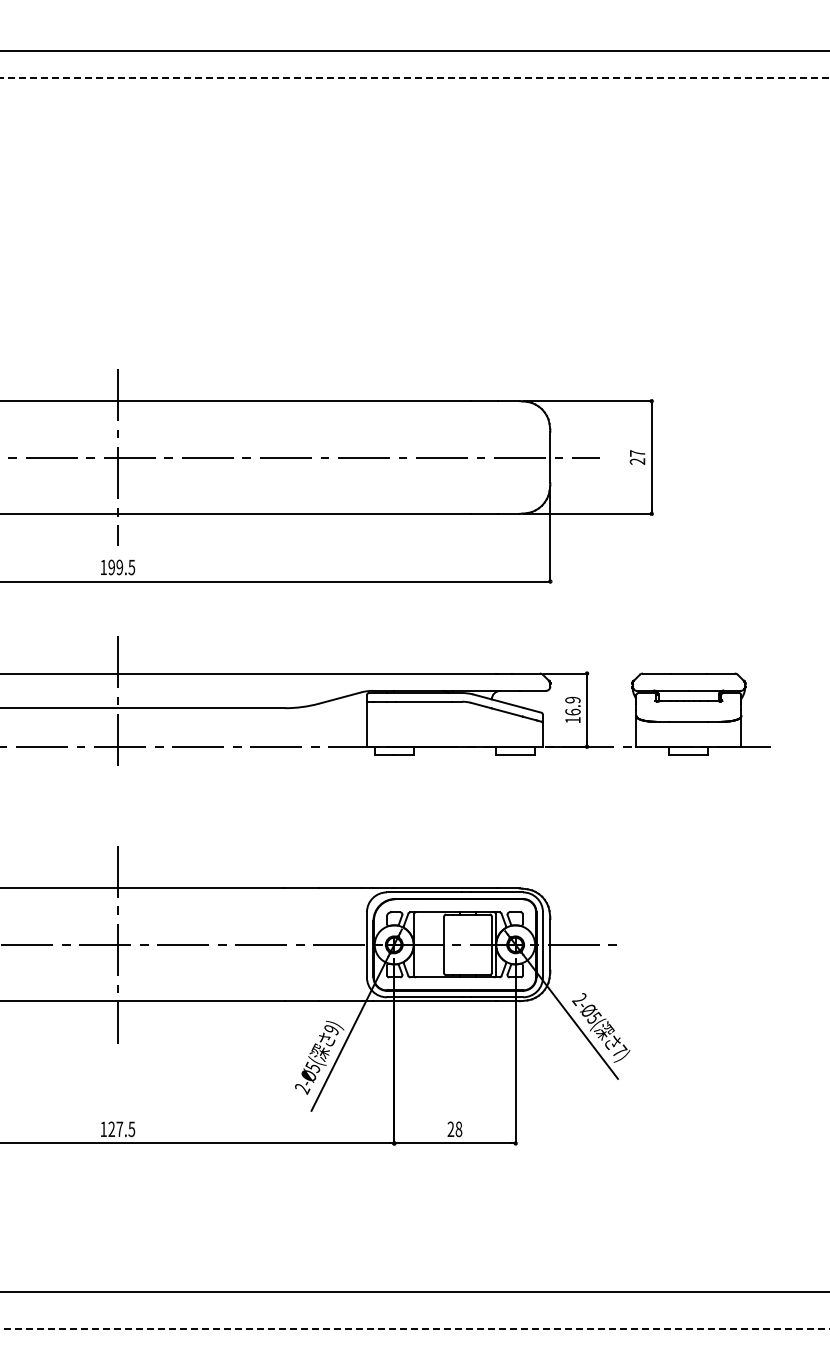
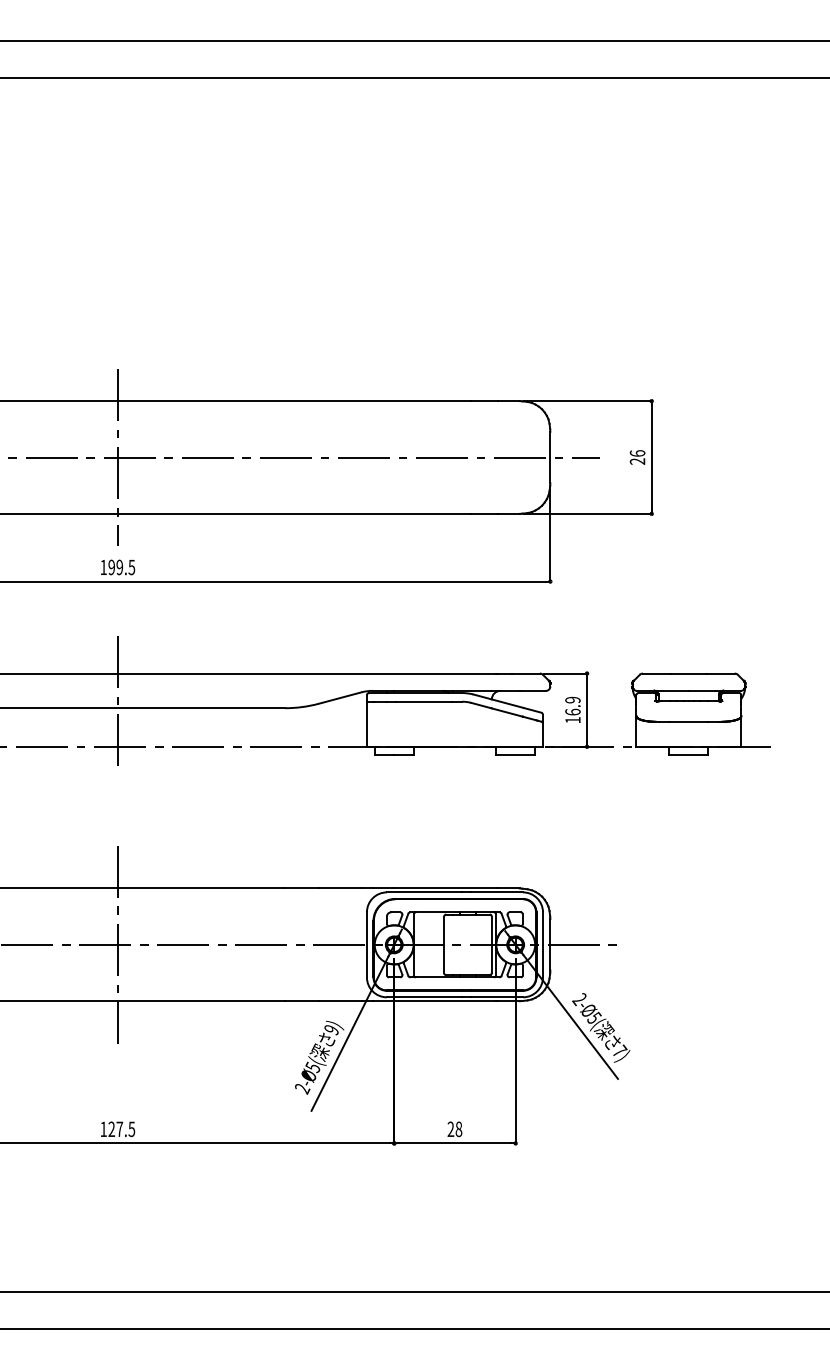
line at (414, 51) position: (414, 51) -> (414, 41)
line at (414, 77): dashed -> solid
text at (637, 453): 27 -> 26
line at (415, 1328): dashed -> solid
